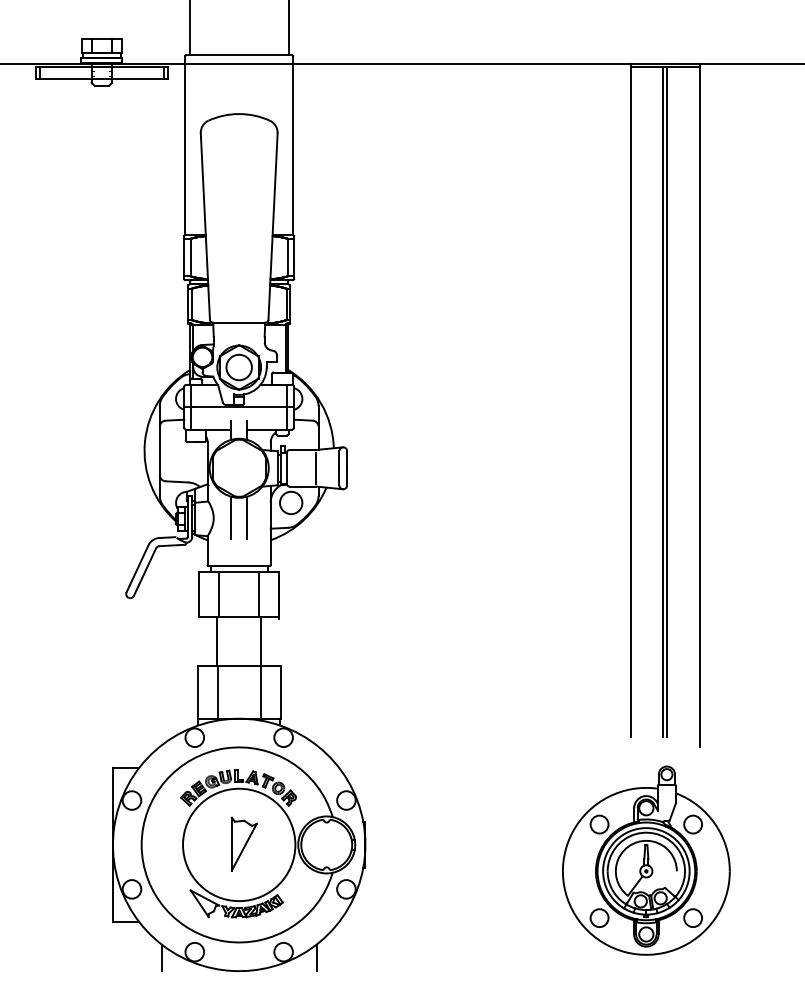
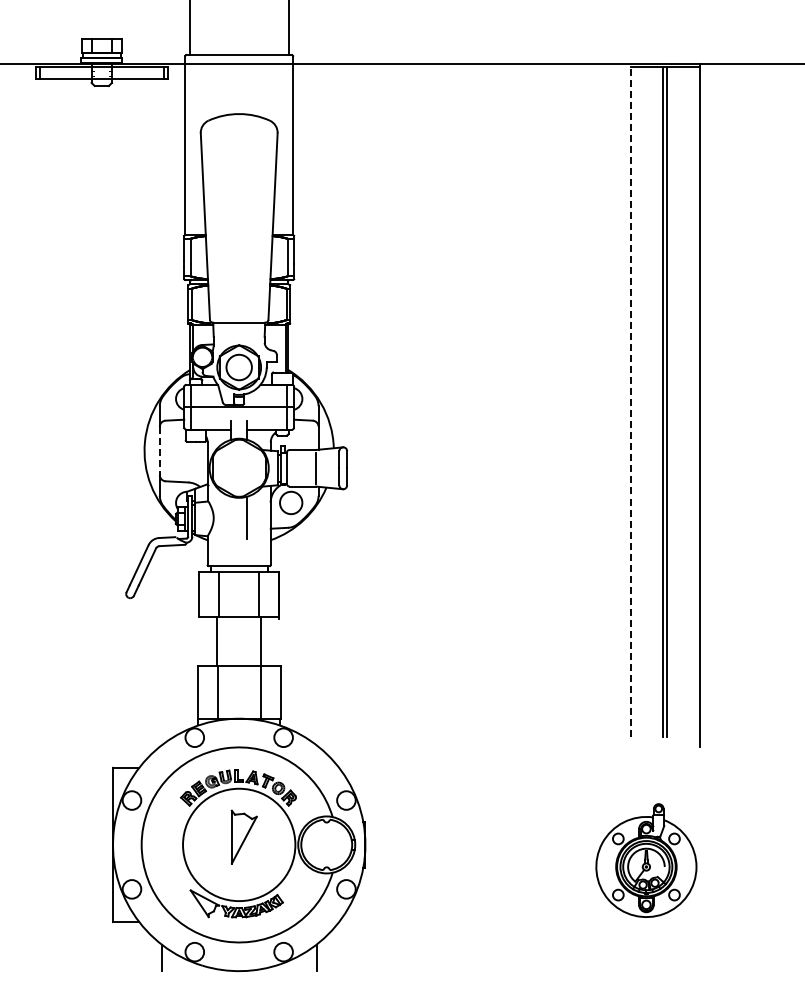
line at (630, 399): solid -> dashed
line at (159, 451): solid -> dashed
line at (231, 517): present -> none
part at (243, 843) position: (243, 843) -> (243, 836)
part at (646, 860) size: 169x191 px -> 103x115 px
